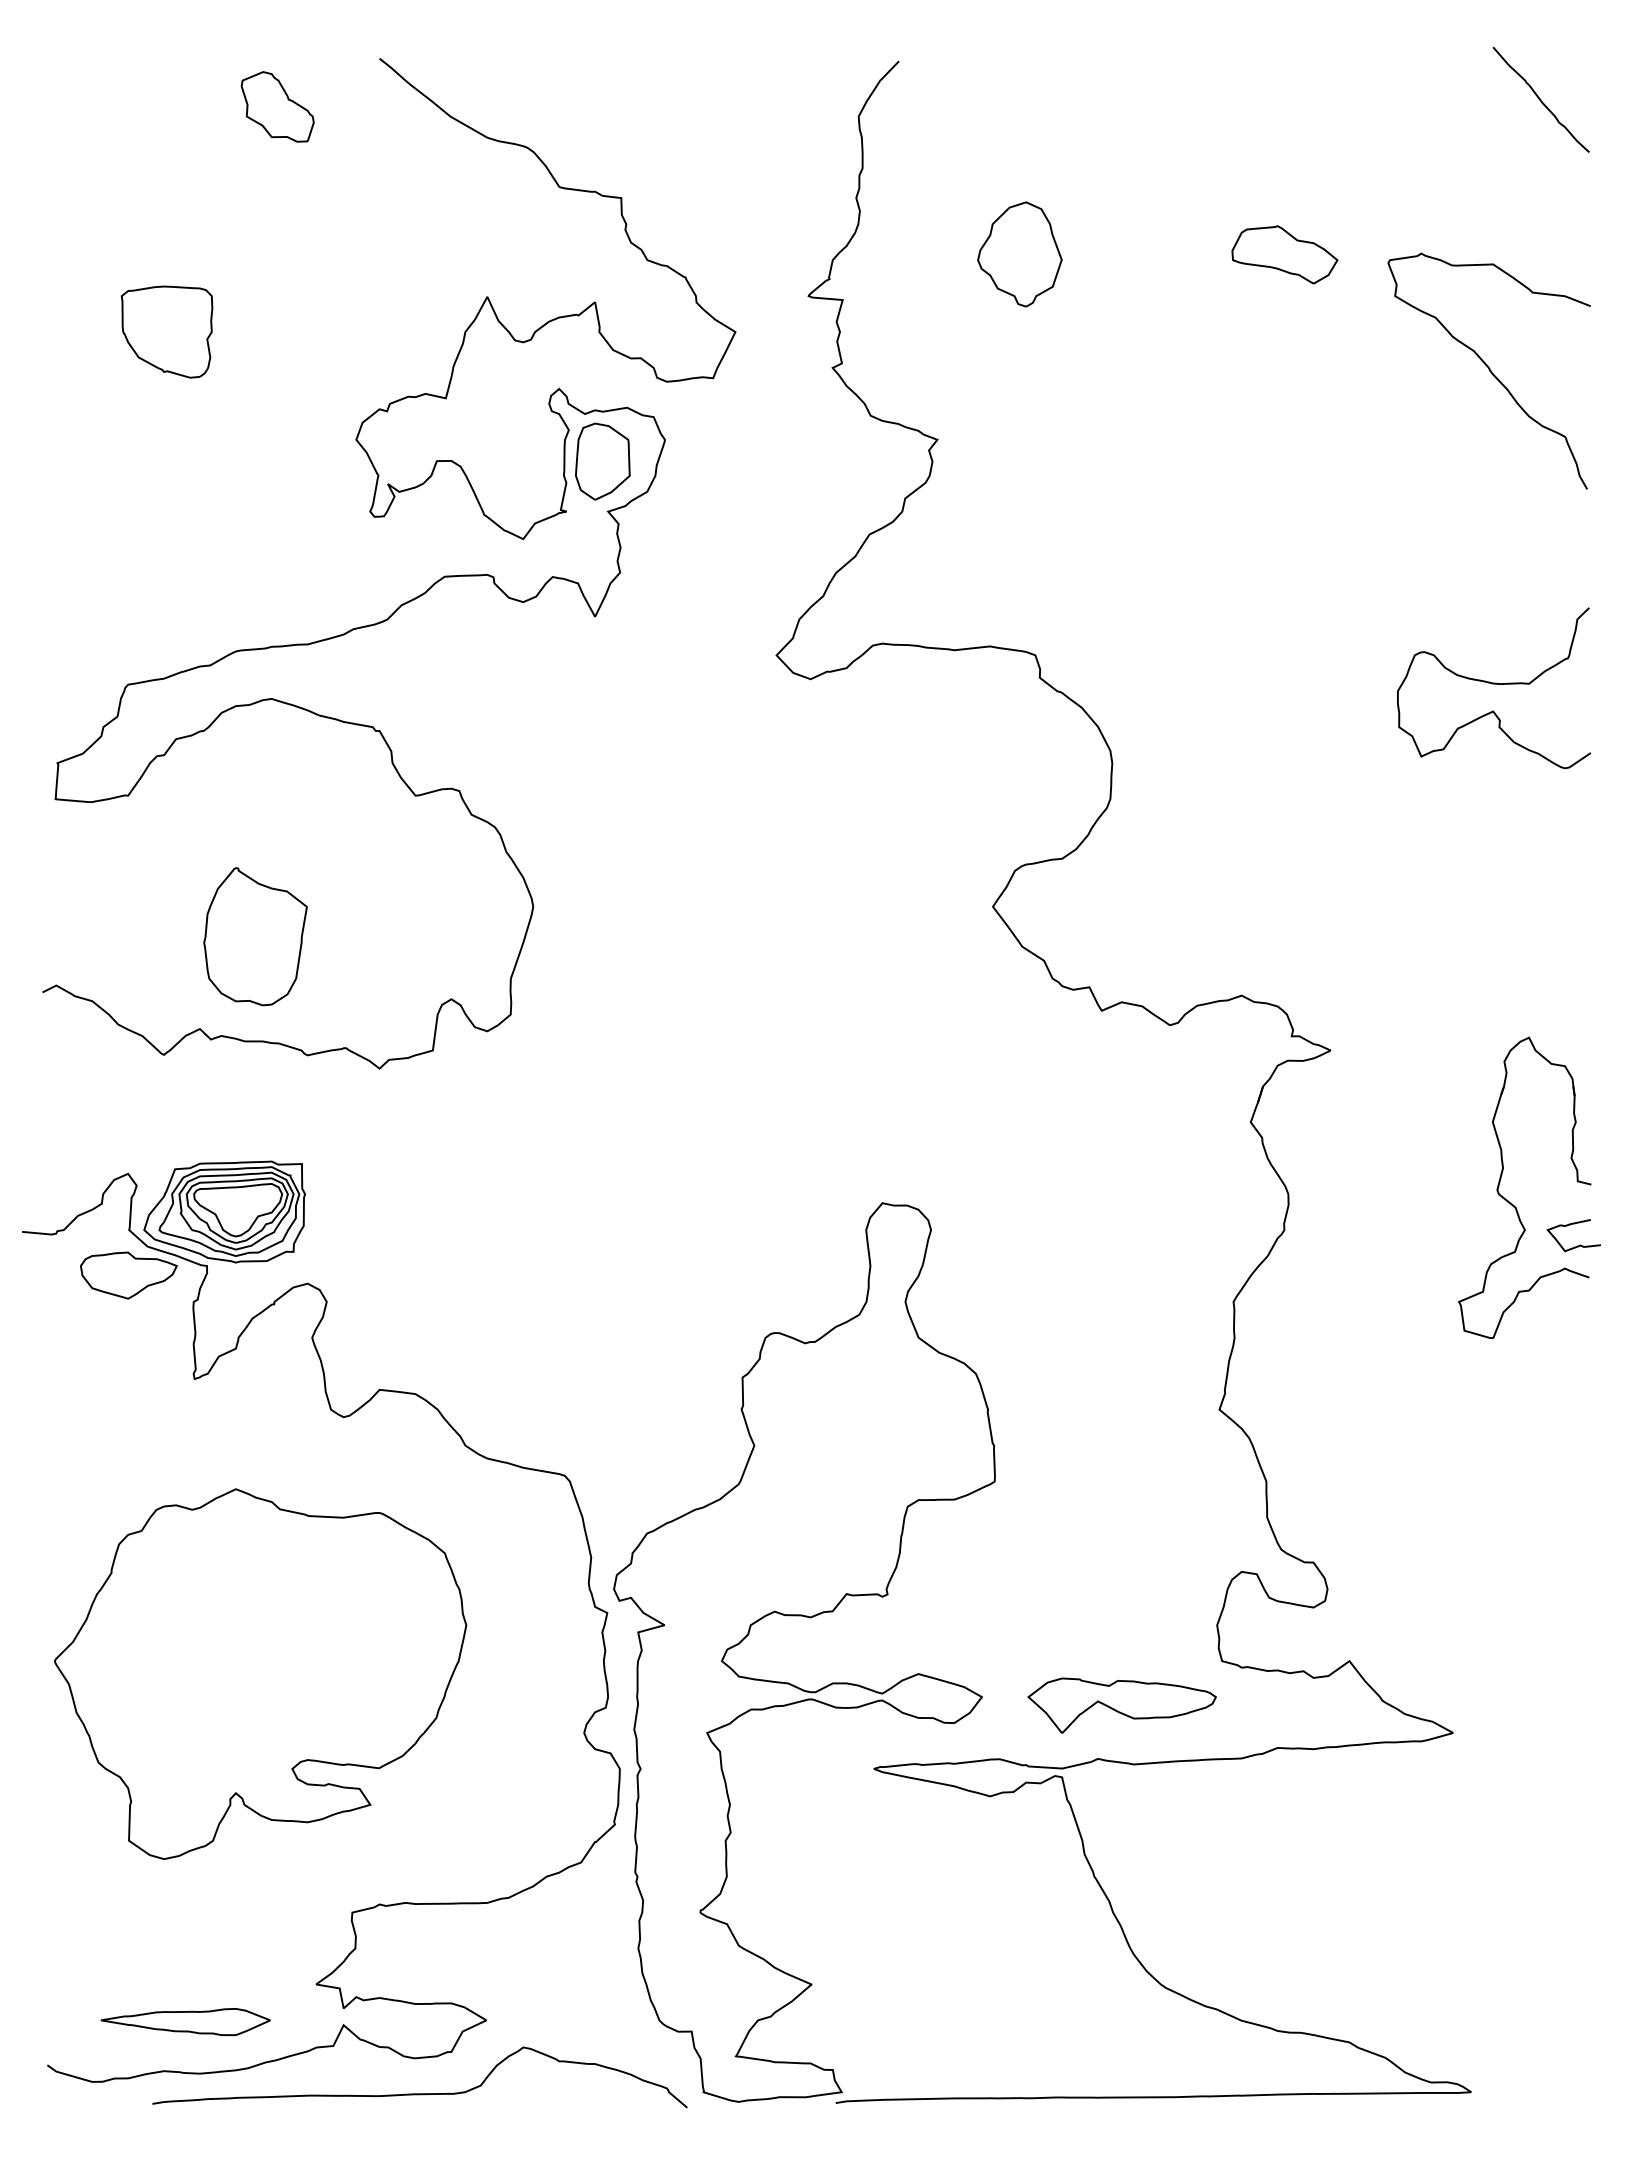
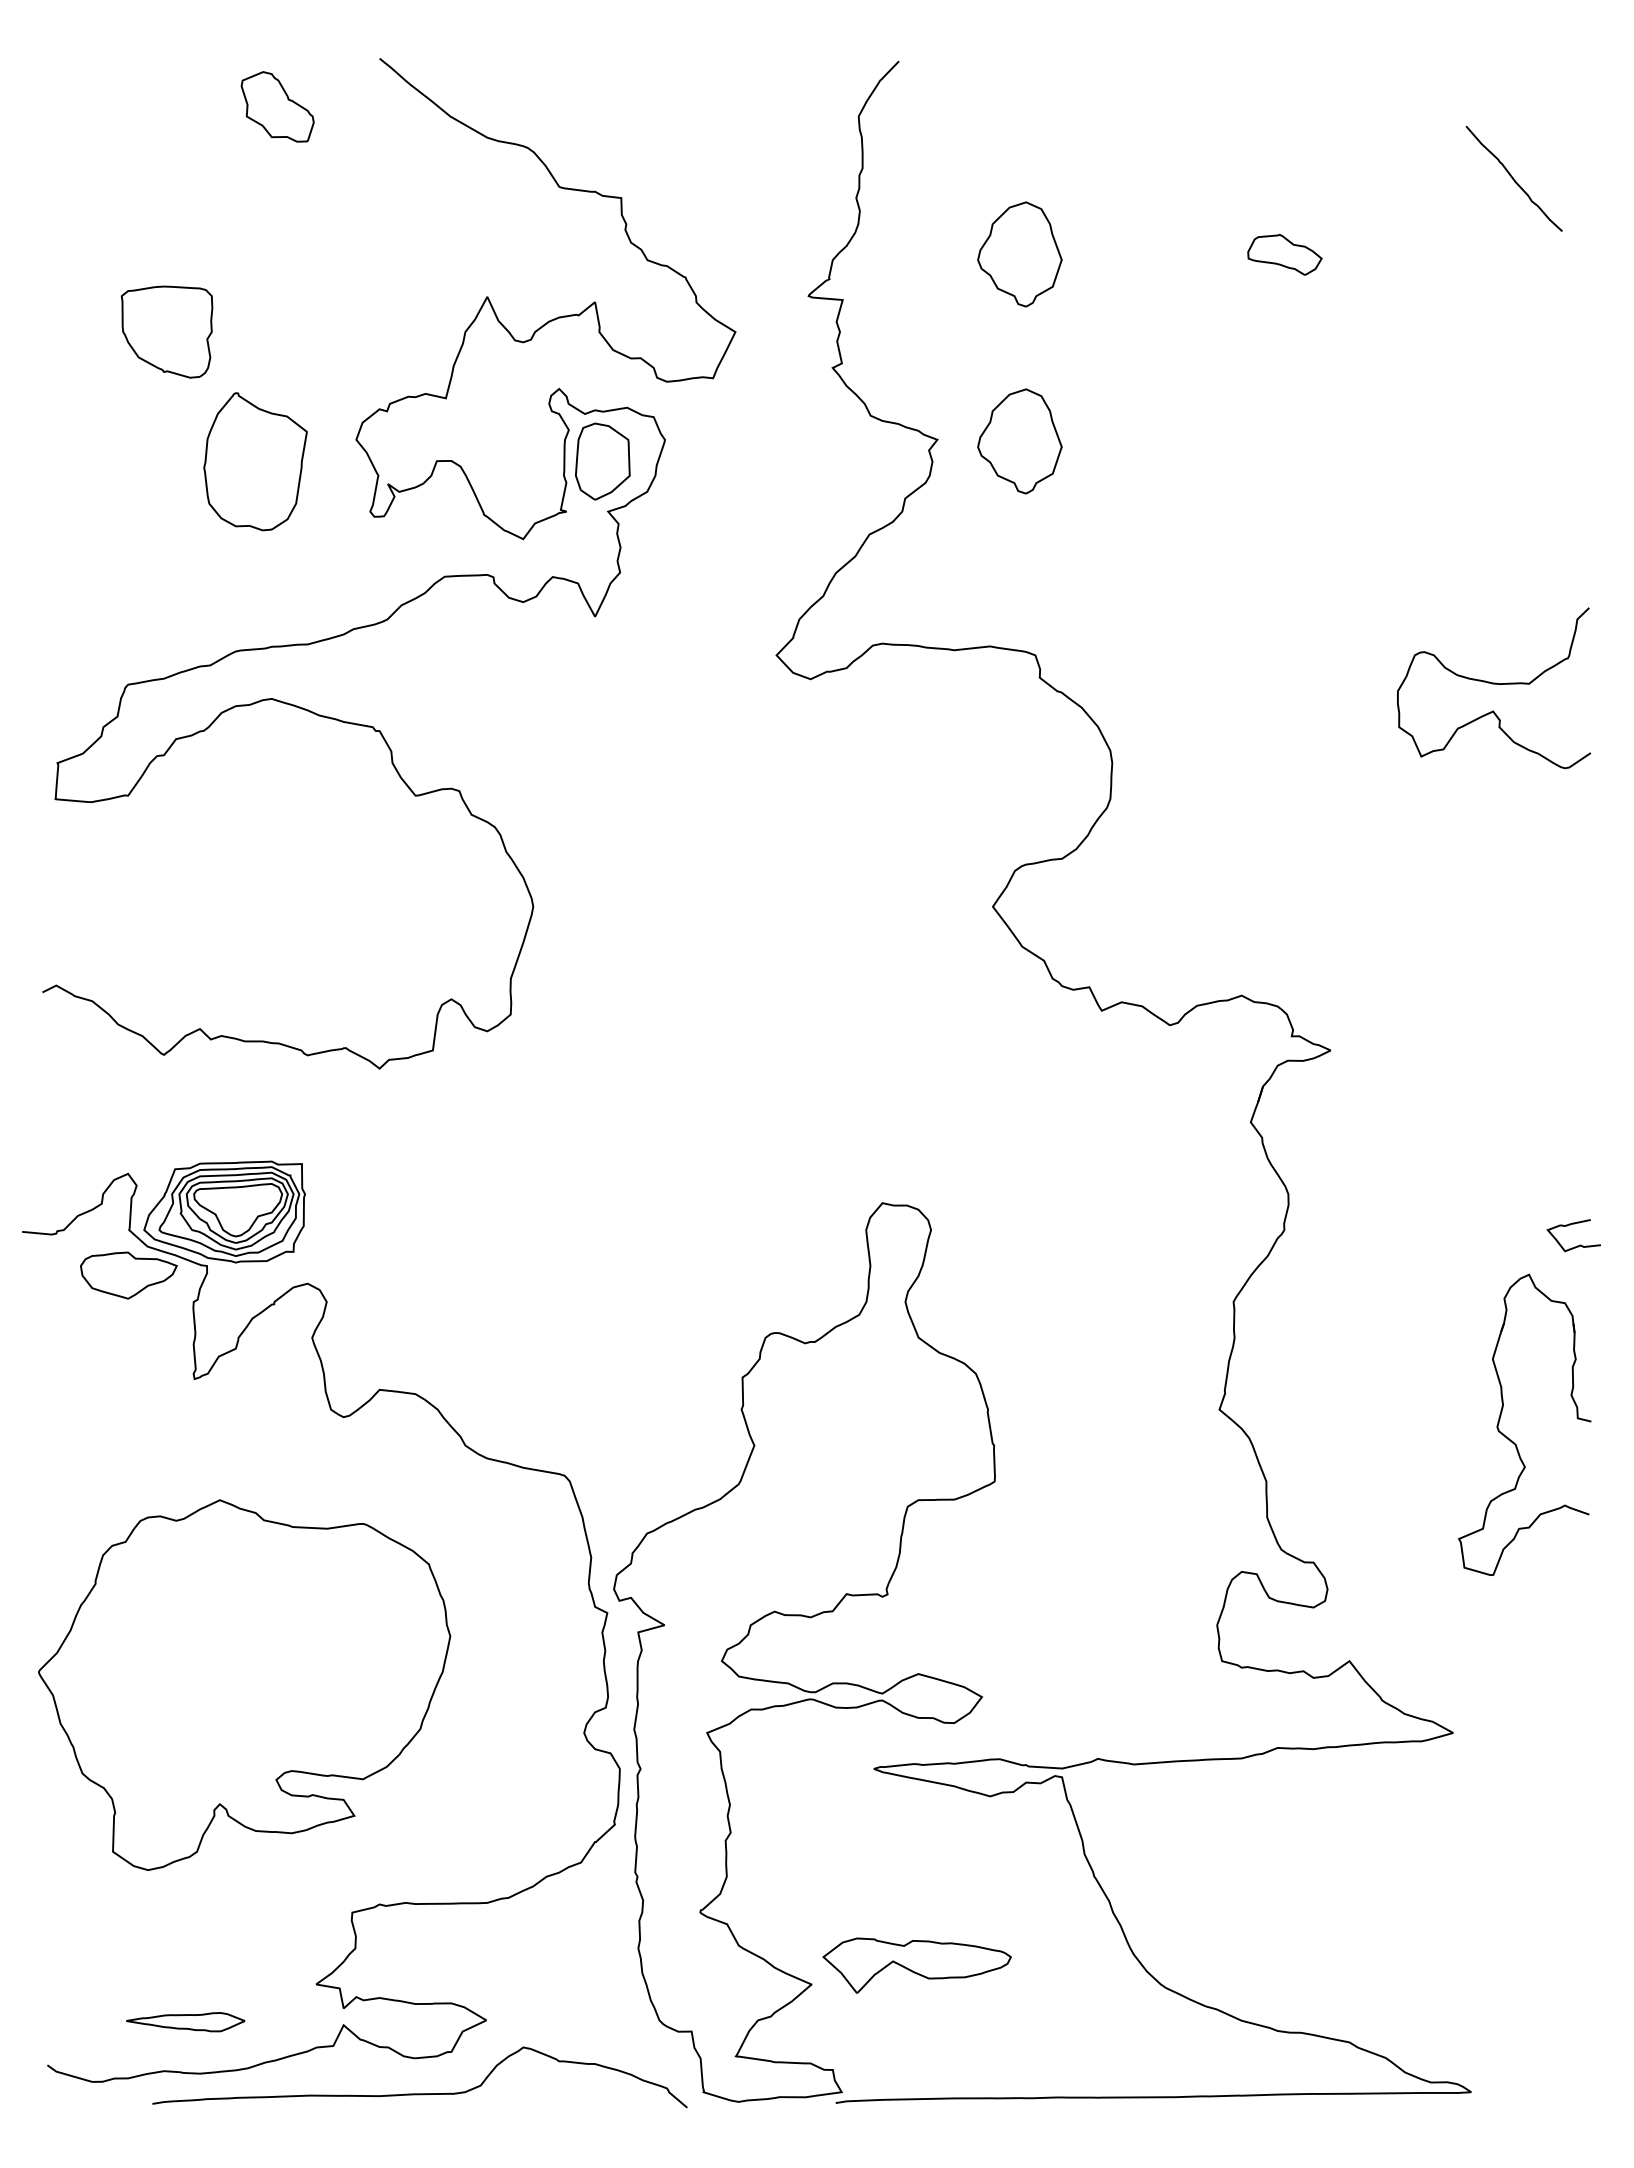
curve at (1540, 99) position: (1540, 99) -> (1513, 178)
part at (1284, 254) size: 108x60 px -> 76x42 px
curve at (1488, 369): present -> none
part at (1019, 441): none -> present
part at (255, 936) position: (255, 936) -> (255, 461)
part at (1512, 1203) position: (1512, 1203) -> (1512, 1440)
part at (260, 1673) position: (260, 1673) -> (244, 1684)
part at (1121, 1705) position: (1121, 1705) -> (916, 1965)
part at (185, 2022) size: 171x29 px -> 120x21 px
